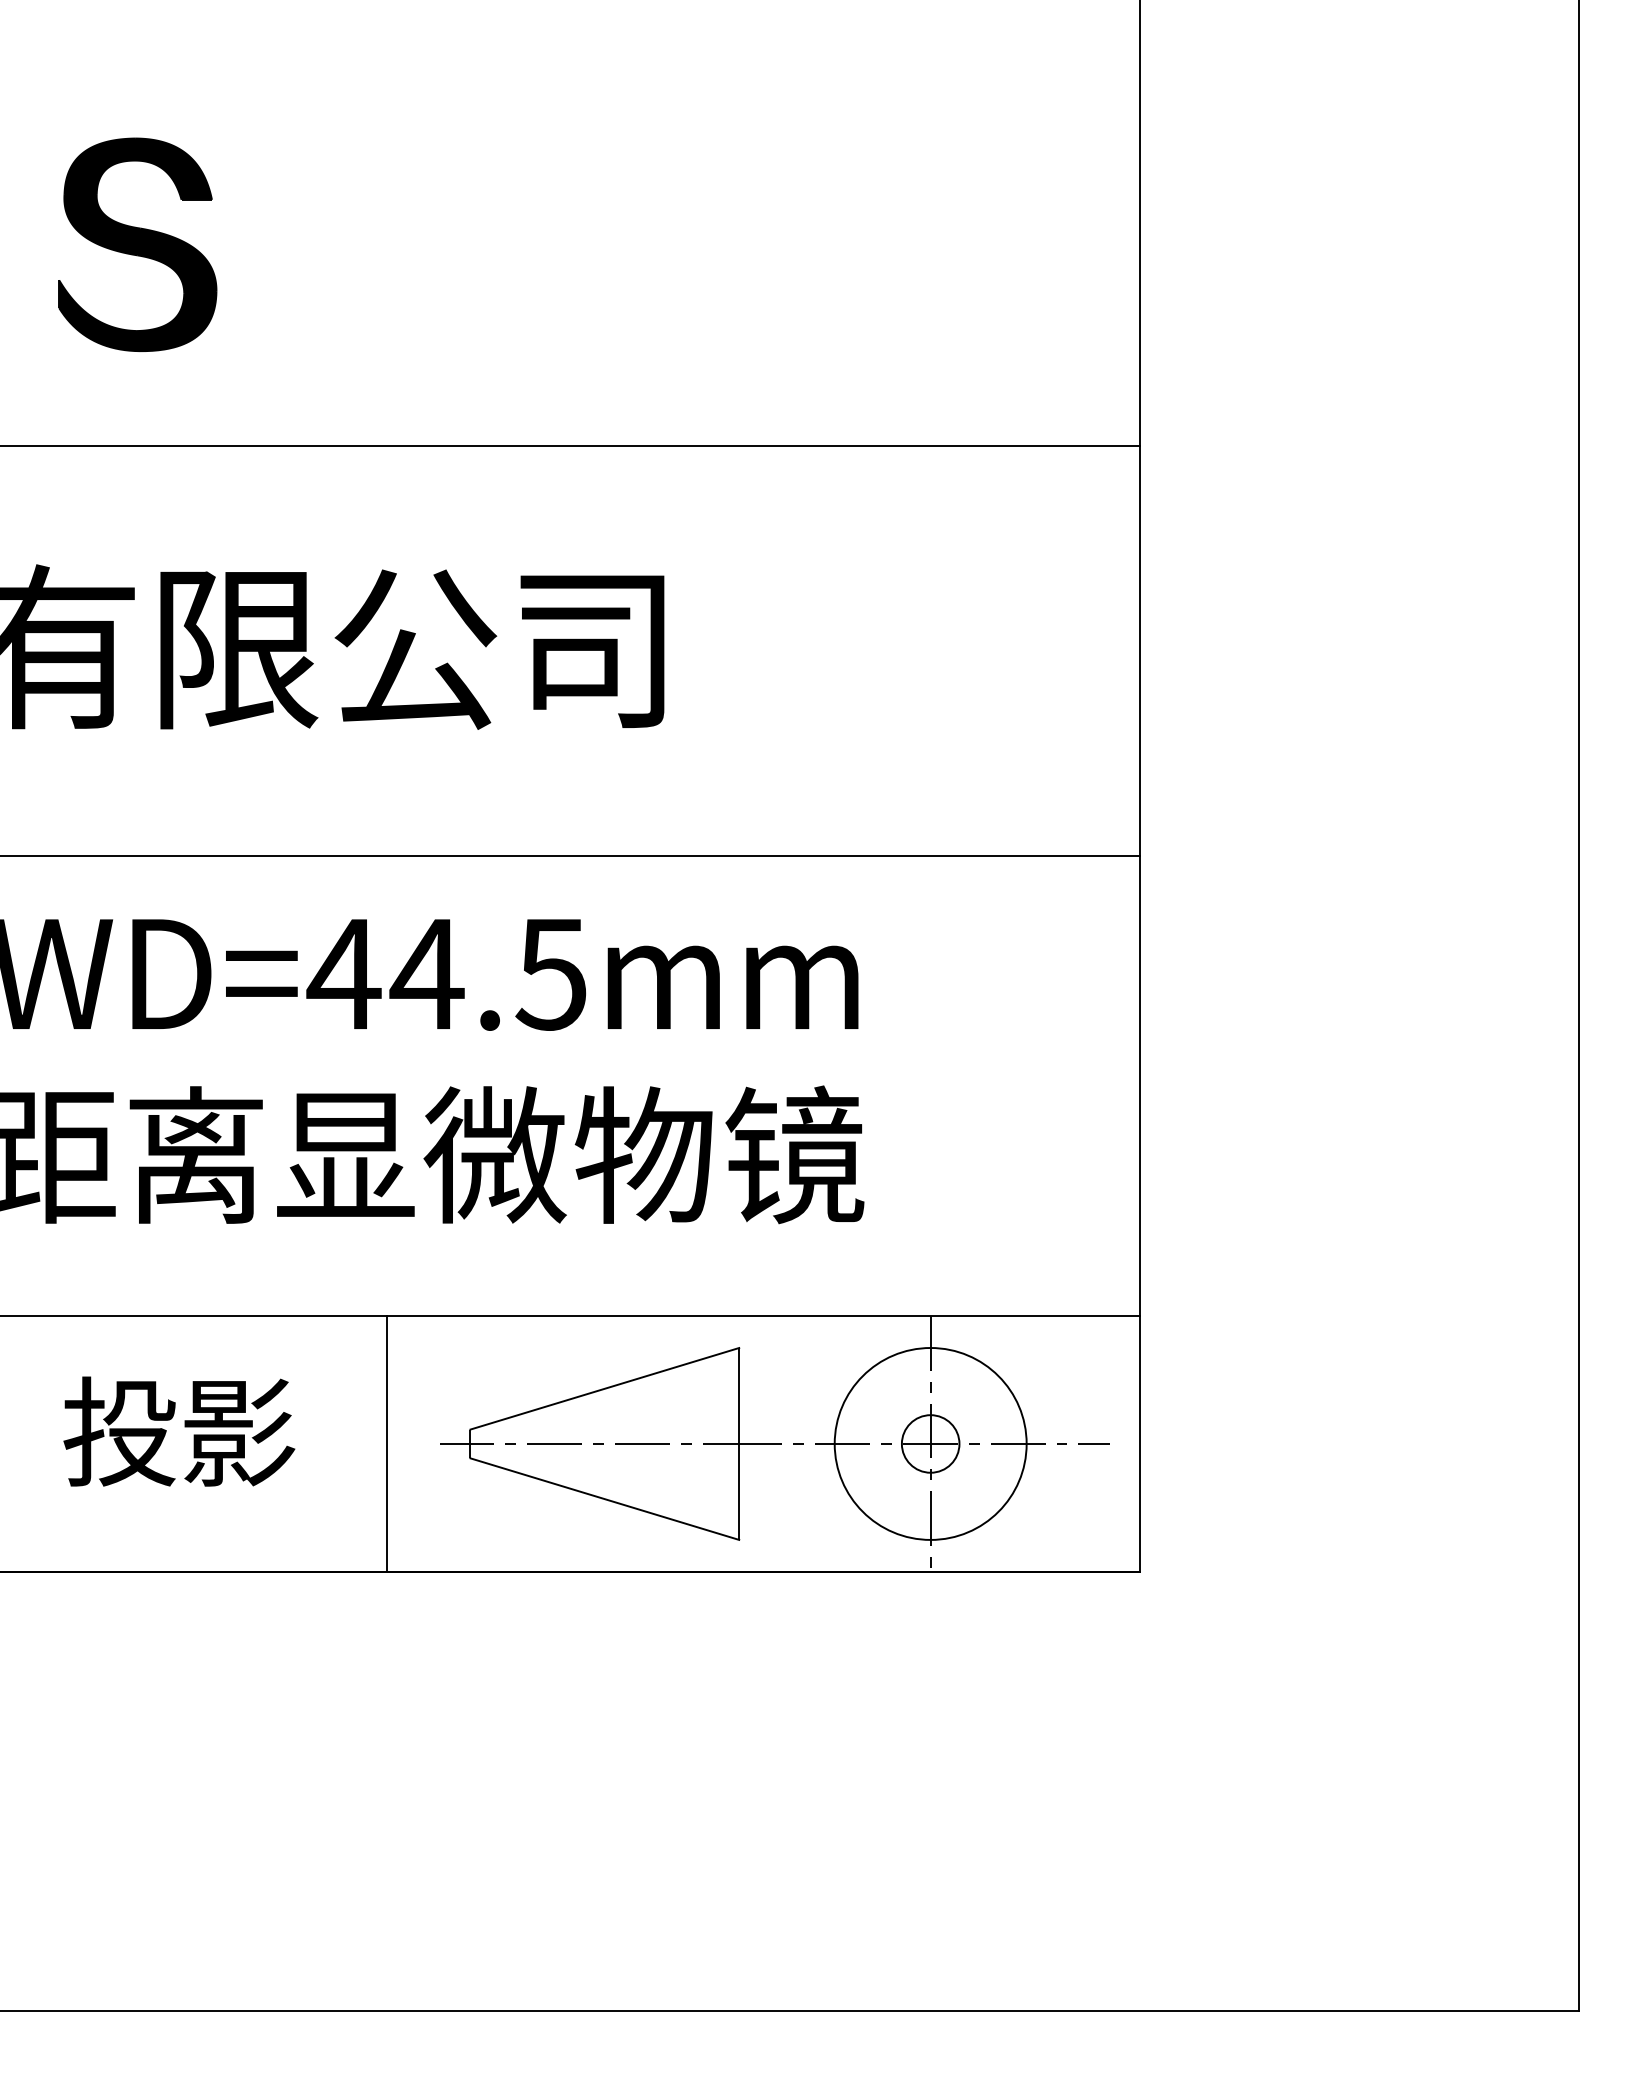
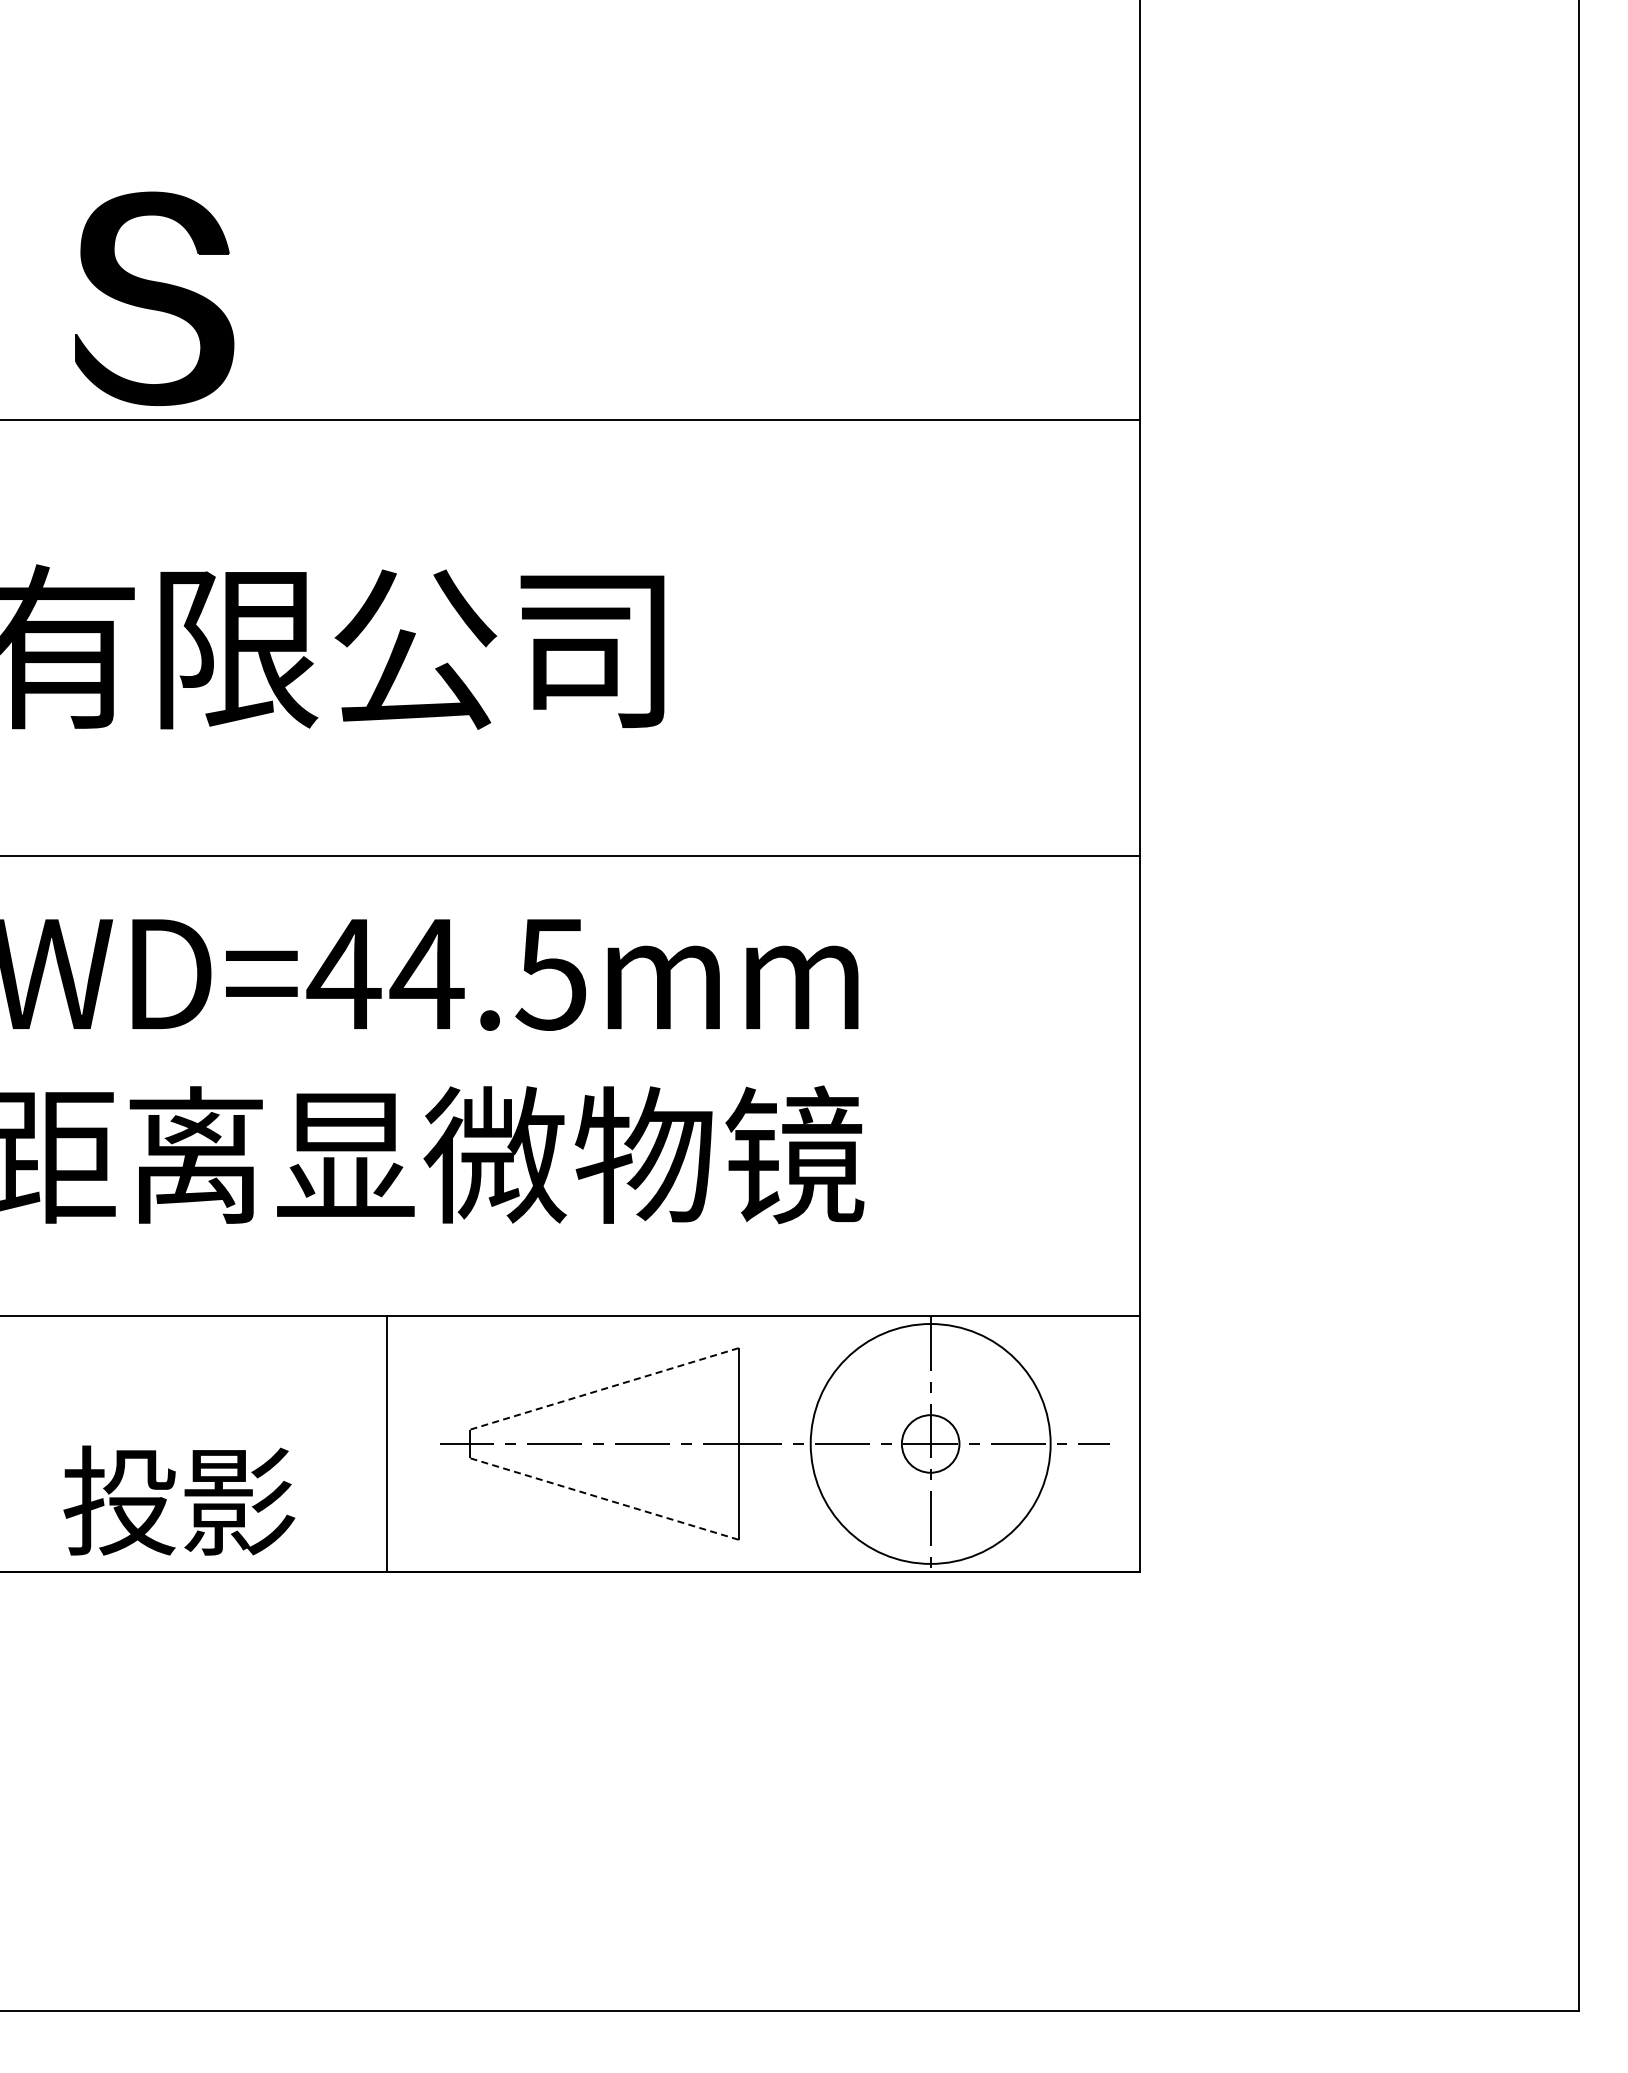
part at (137, 244) position: (137, 244) -> (154, 298)
line at (571, 446) position: (571, 446) -> (571, 420)
line at (605, 1388): solid -> dashed
text at (179, 1431) position: (179, 1431) -> (179, 1500)
circle at (930, 1443) diameter: 192 px -> 240 px
line at (605, 1499): solid -> dashed
